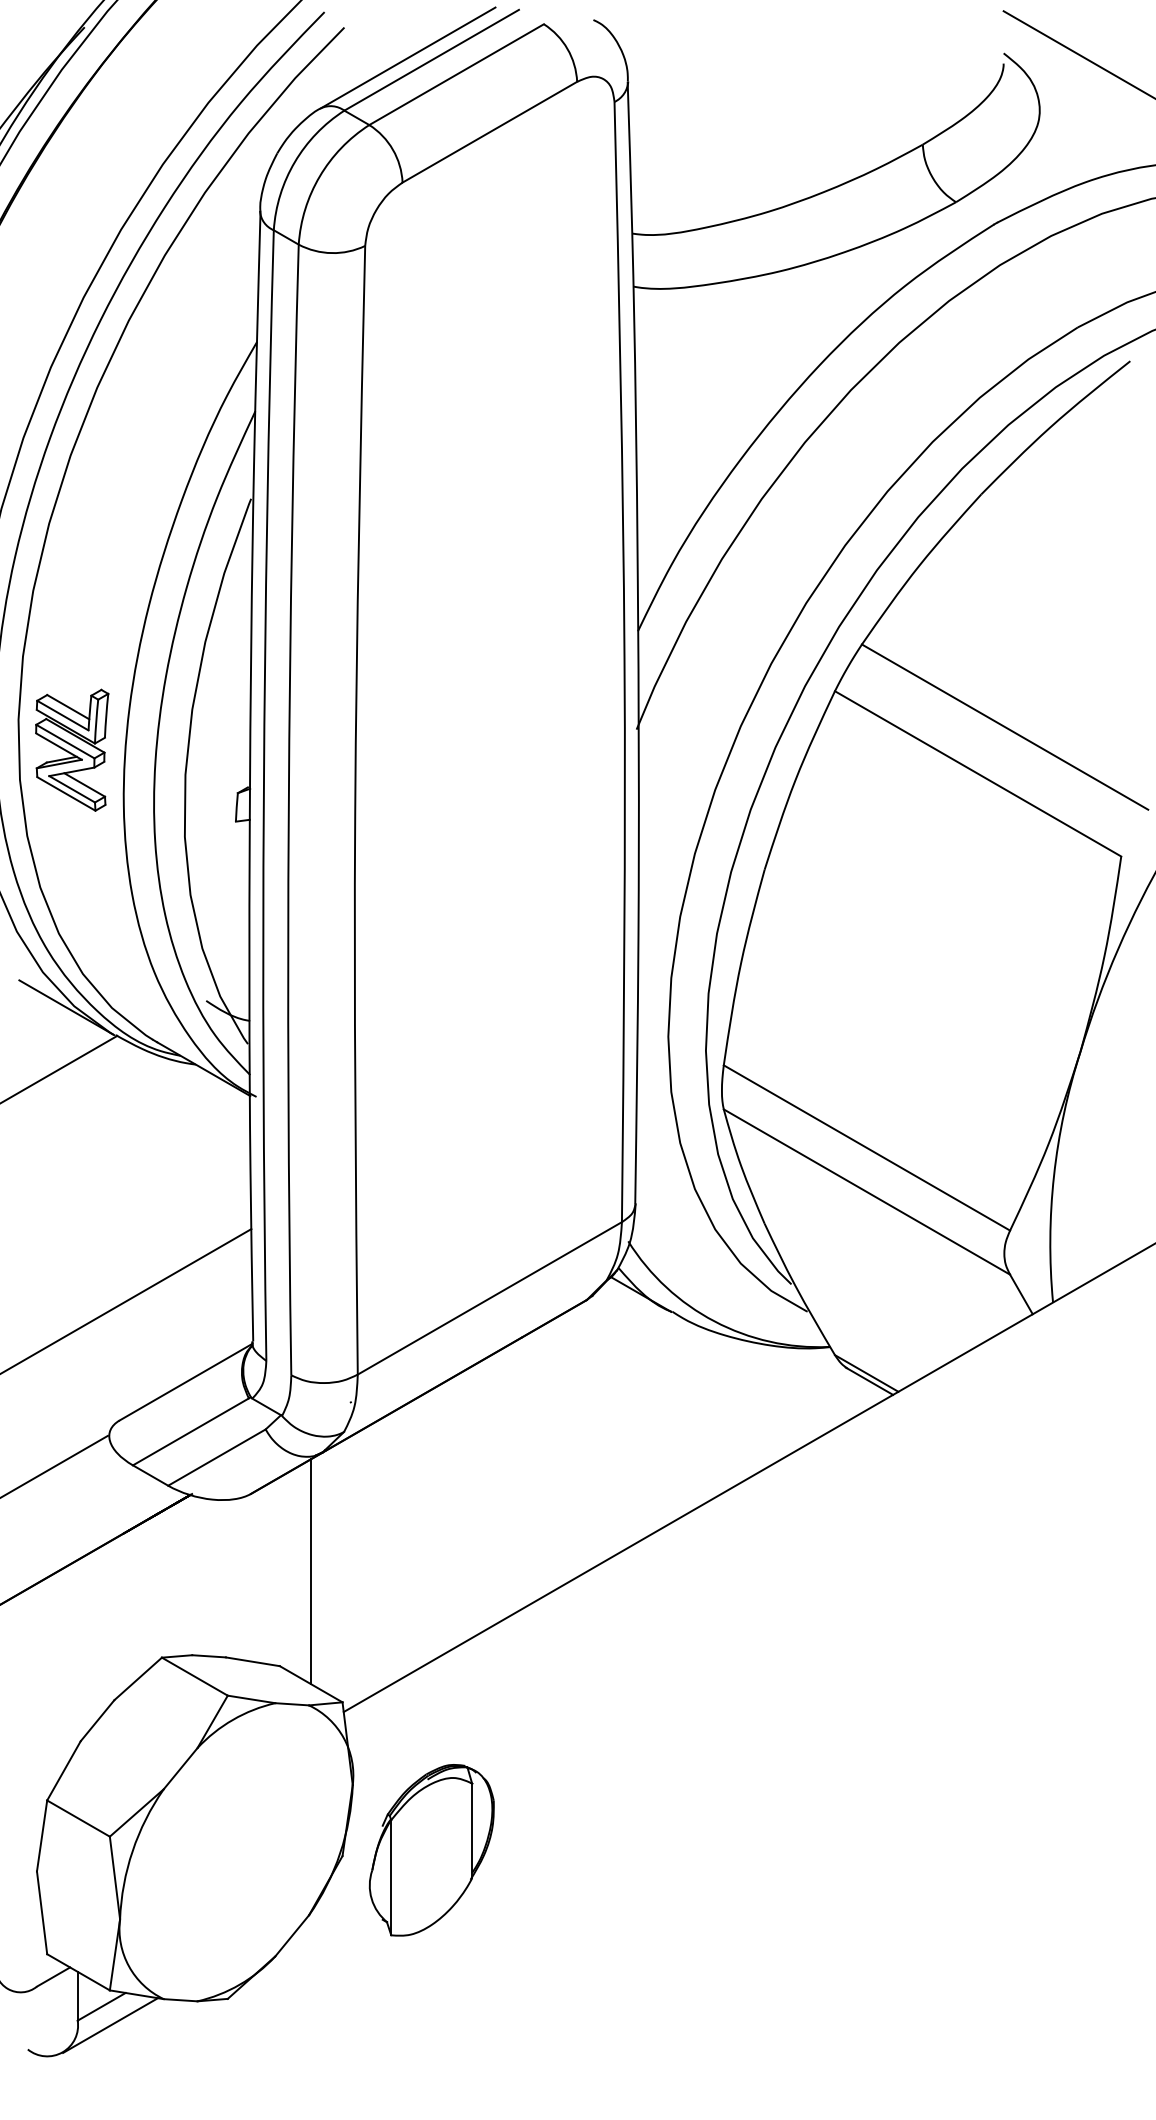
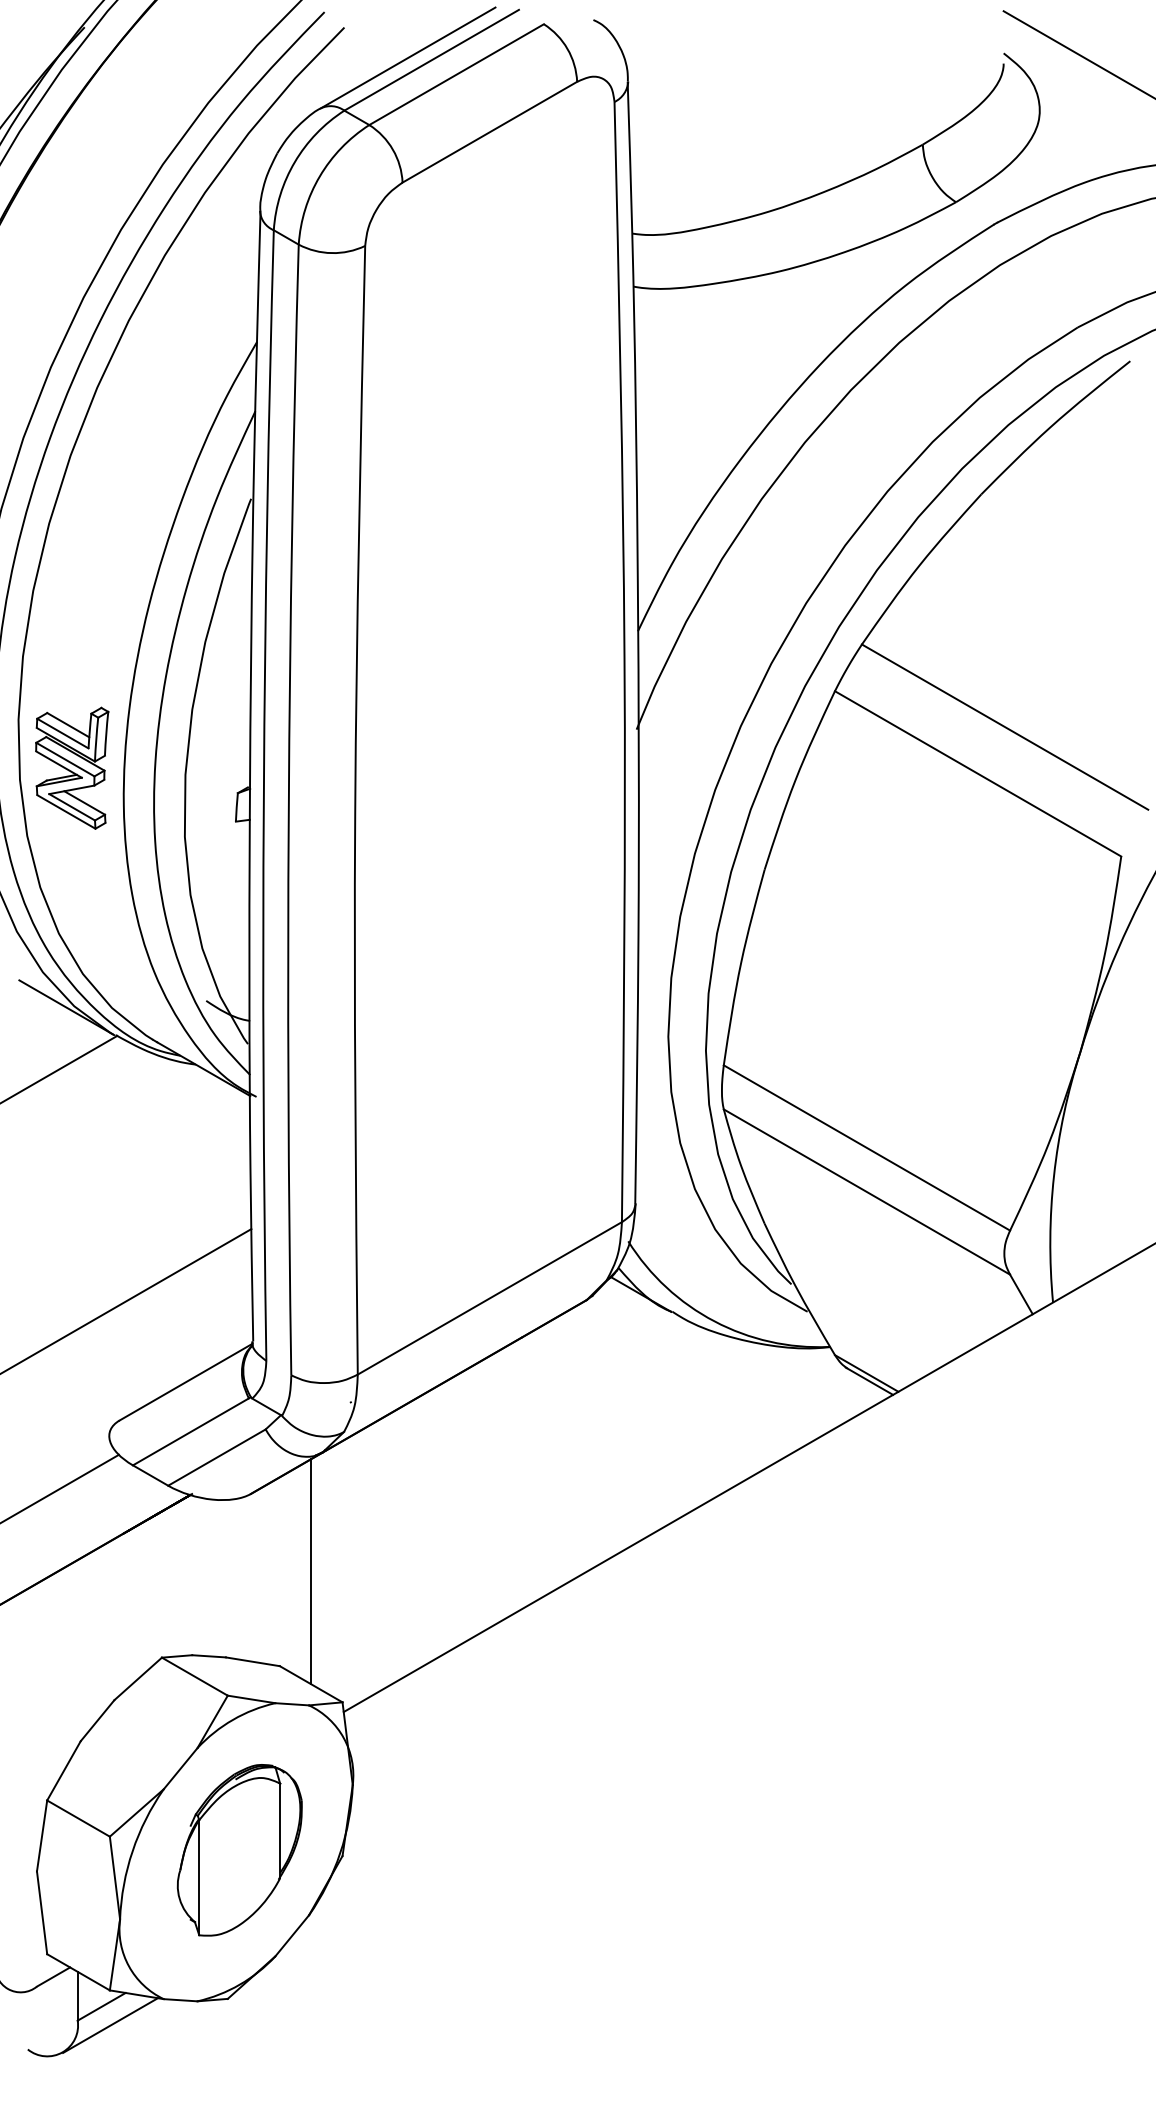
part at (72, 749) position: (72, 749) -> (72, 767)
line at (54, 1465) position: (54, 1465) -> (60, 1488)
part at (431, 1850) position: (431, 1850) -> (239, 1850)
